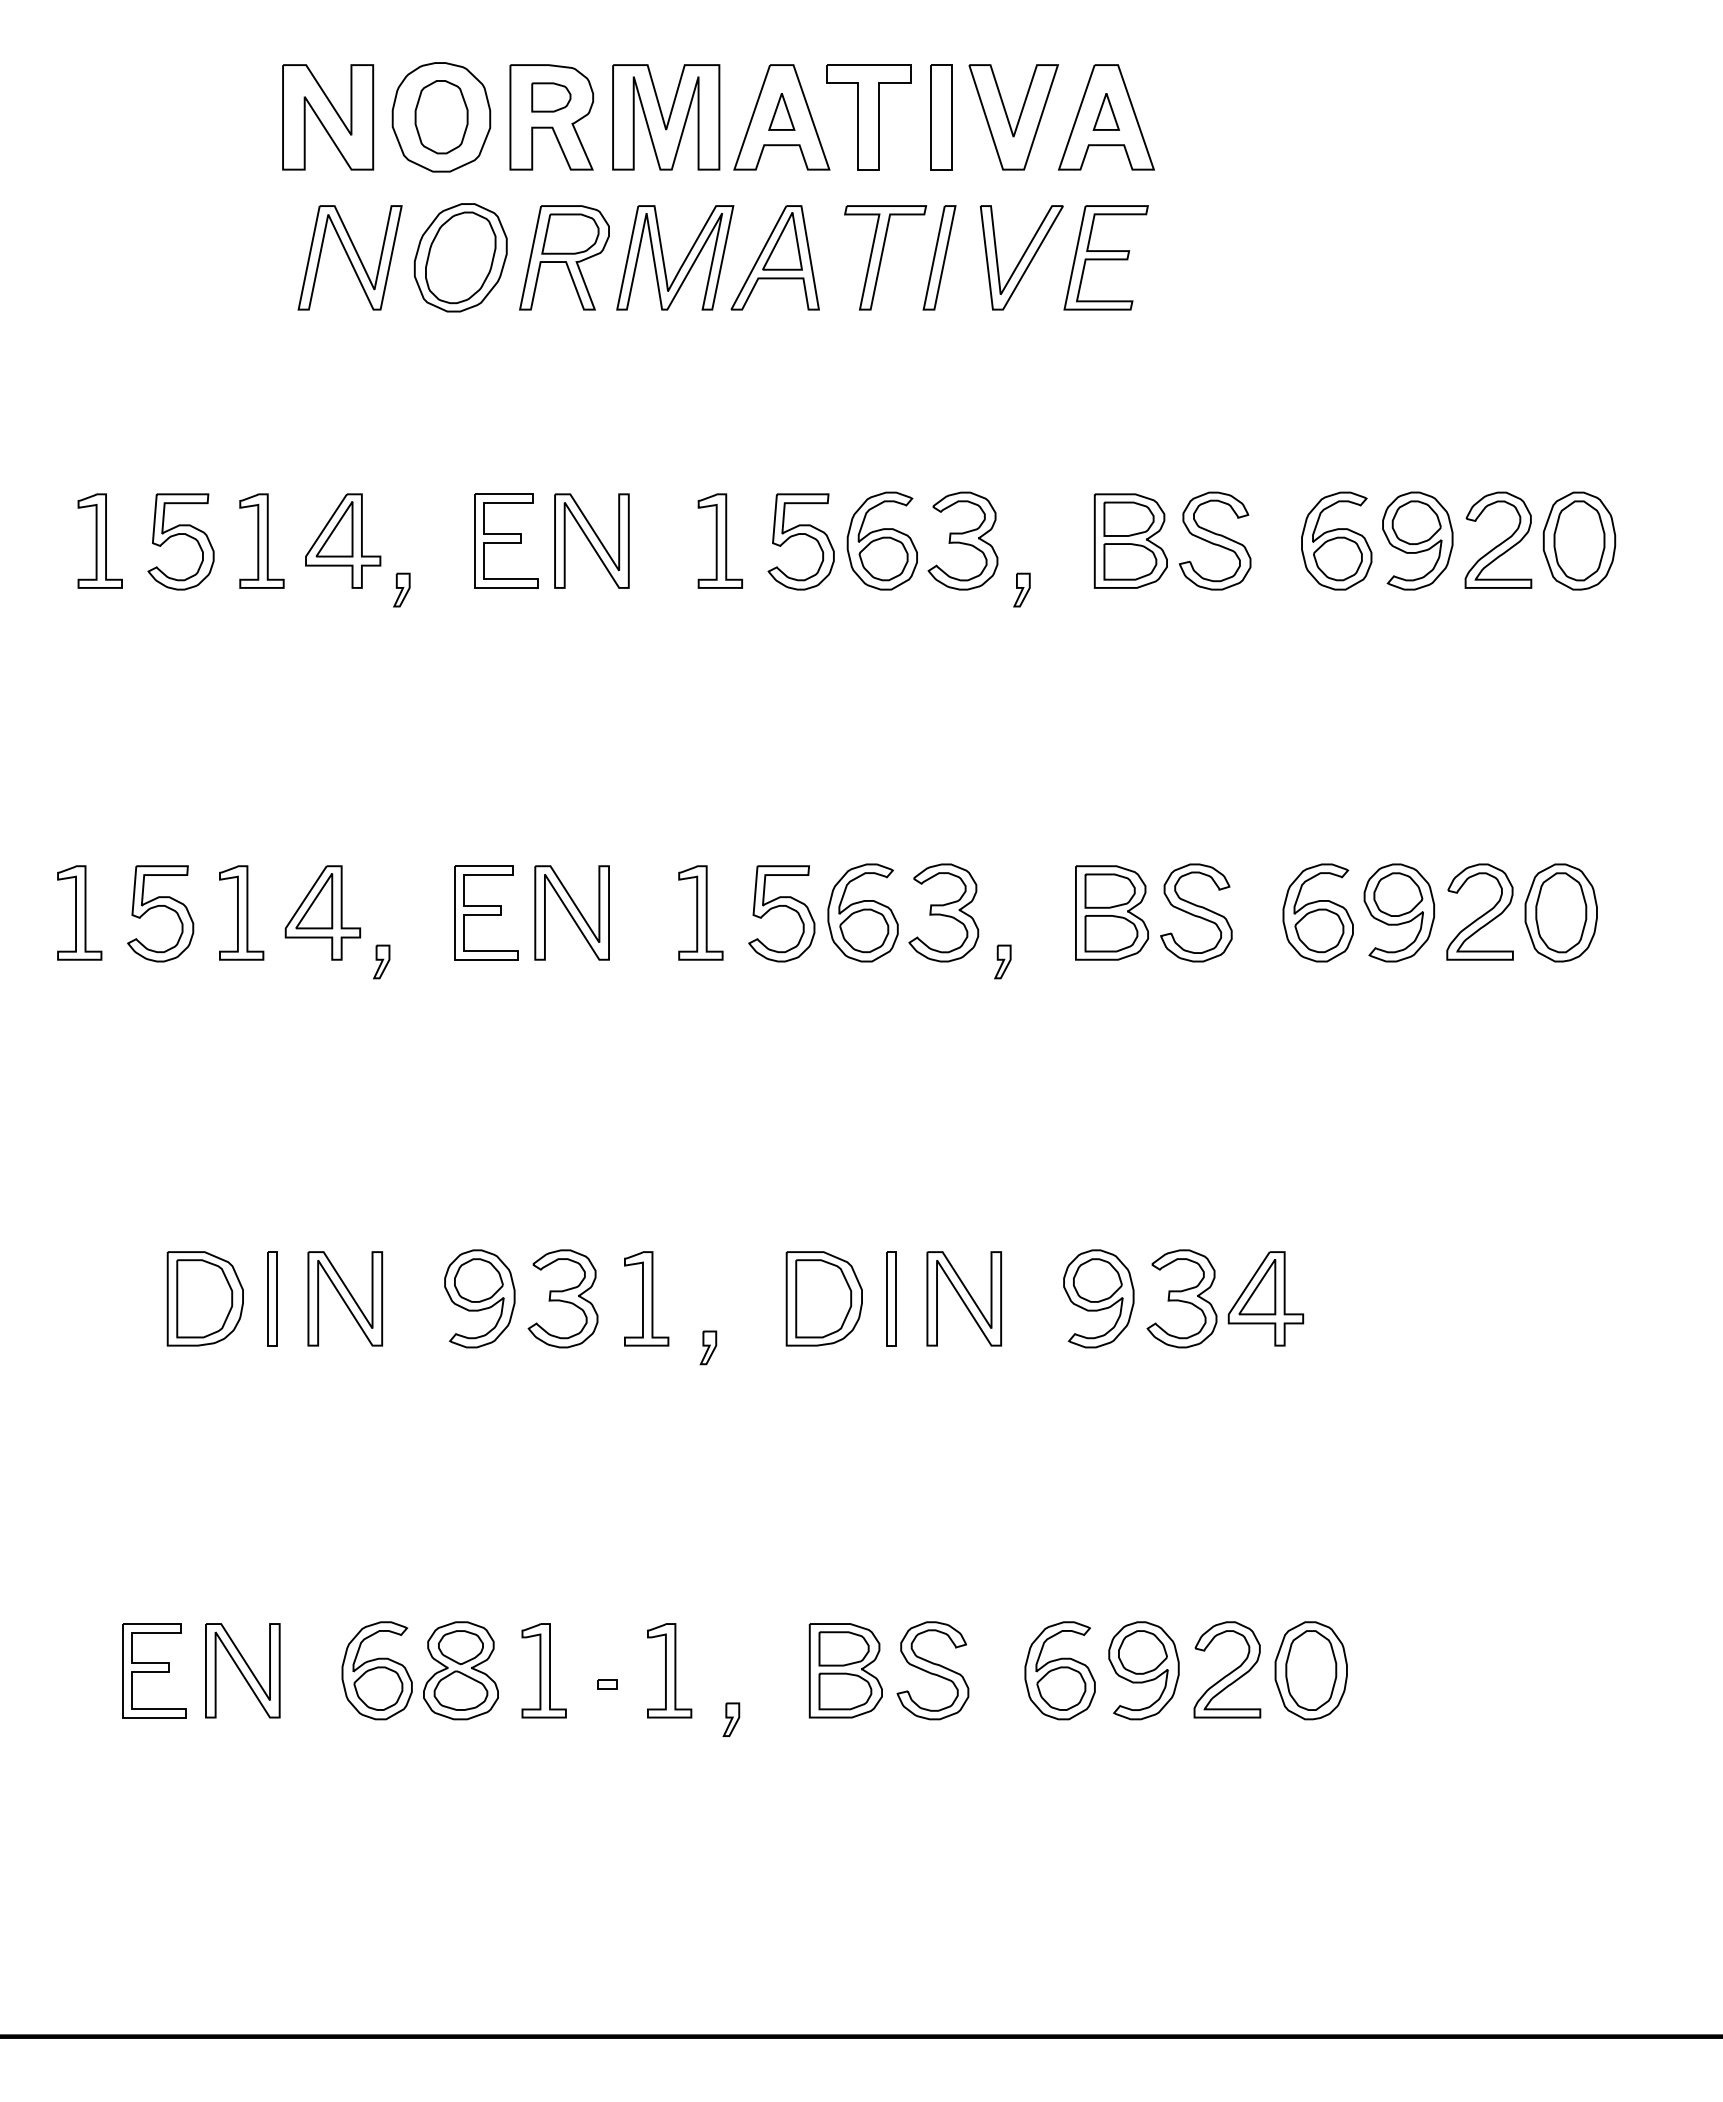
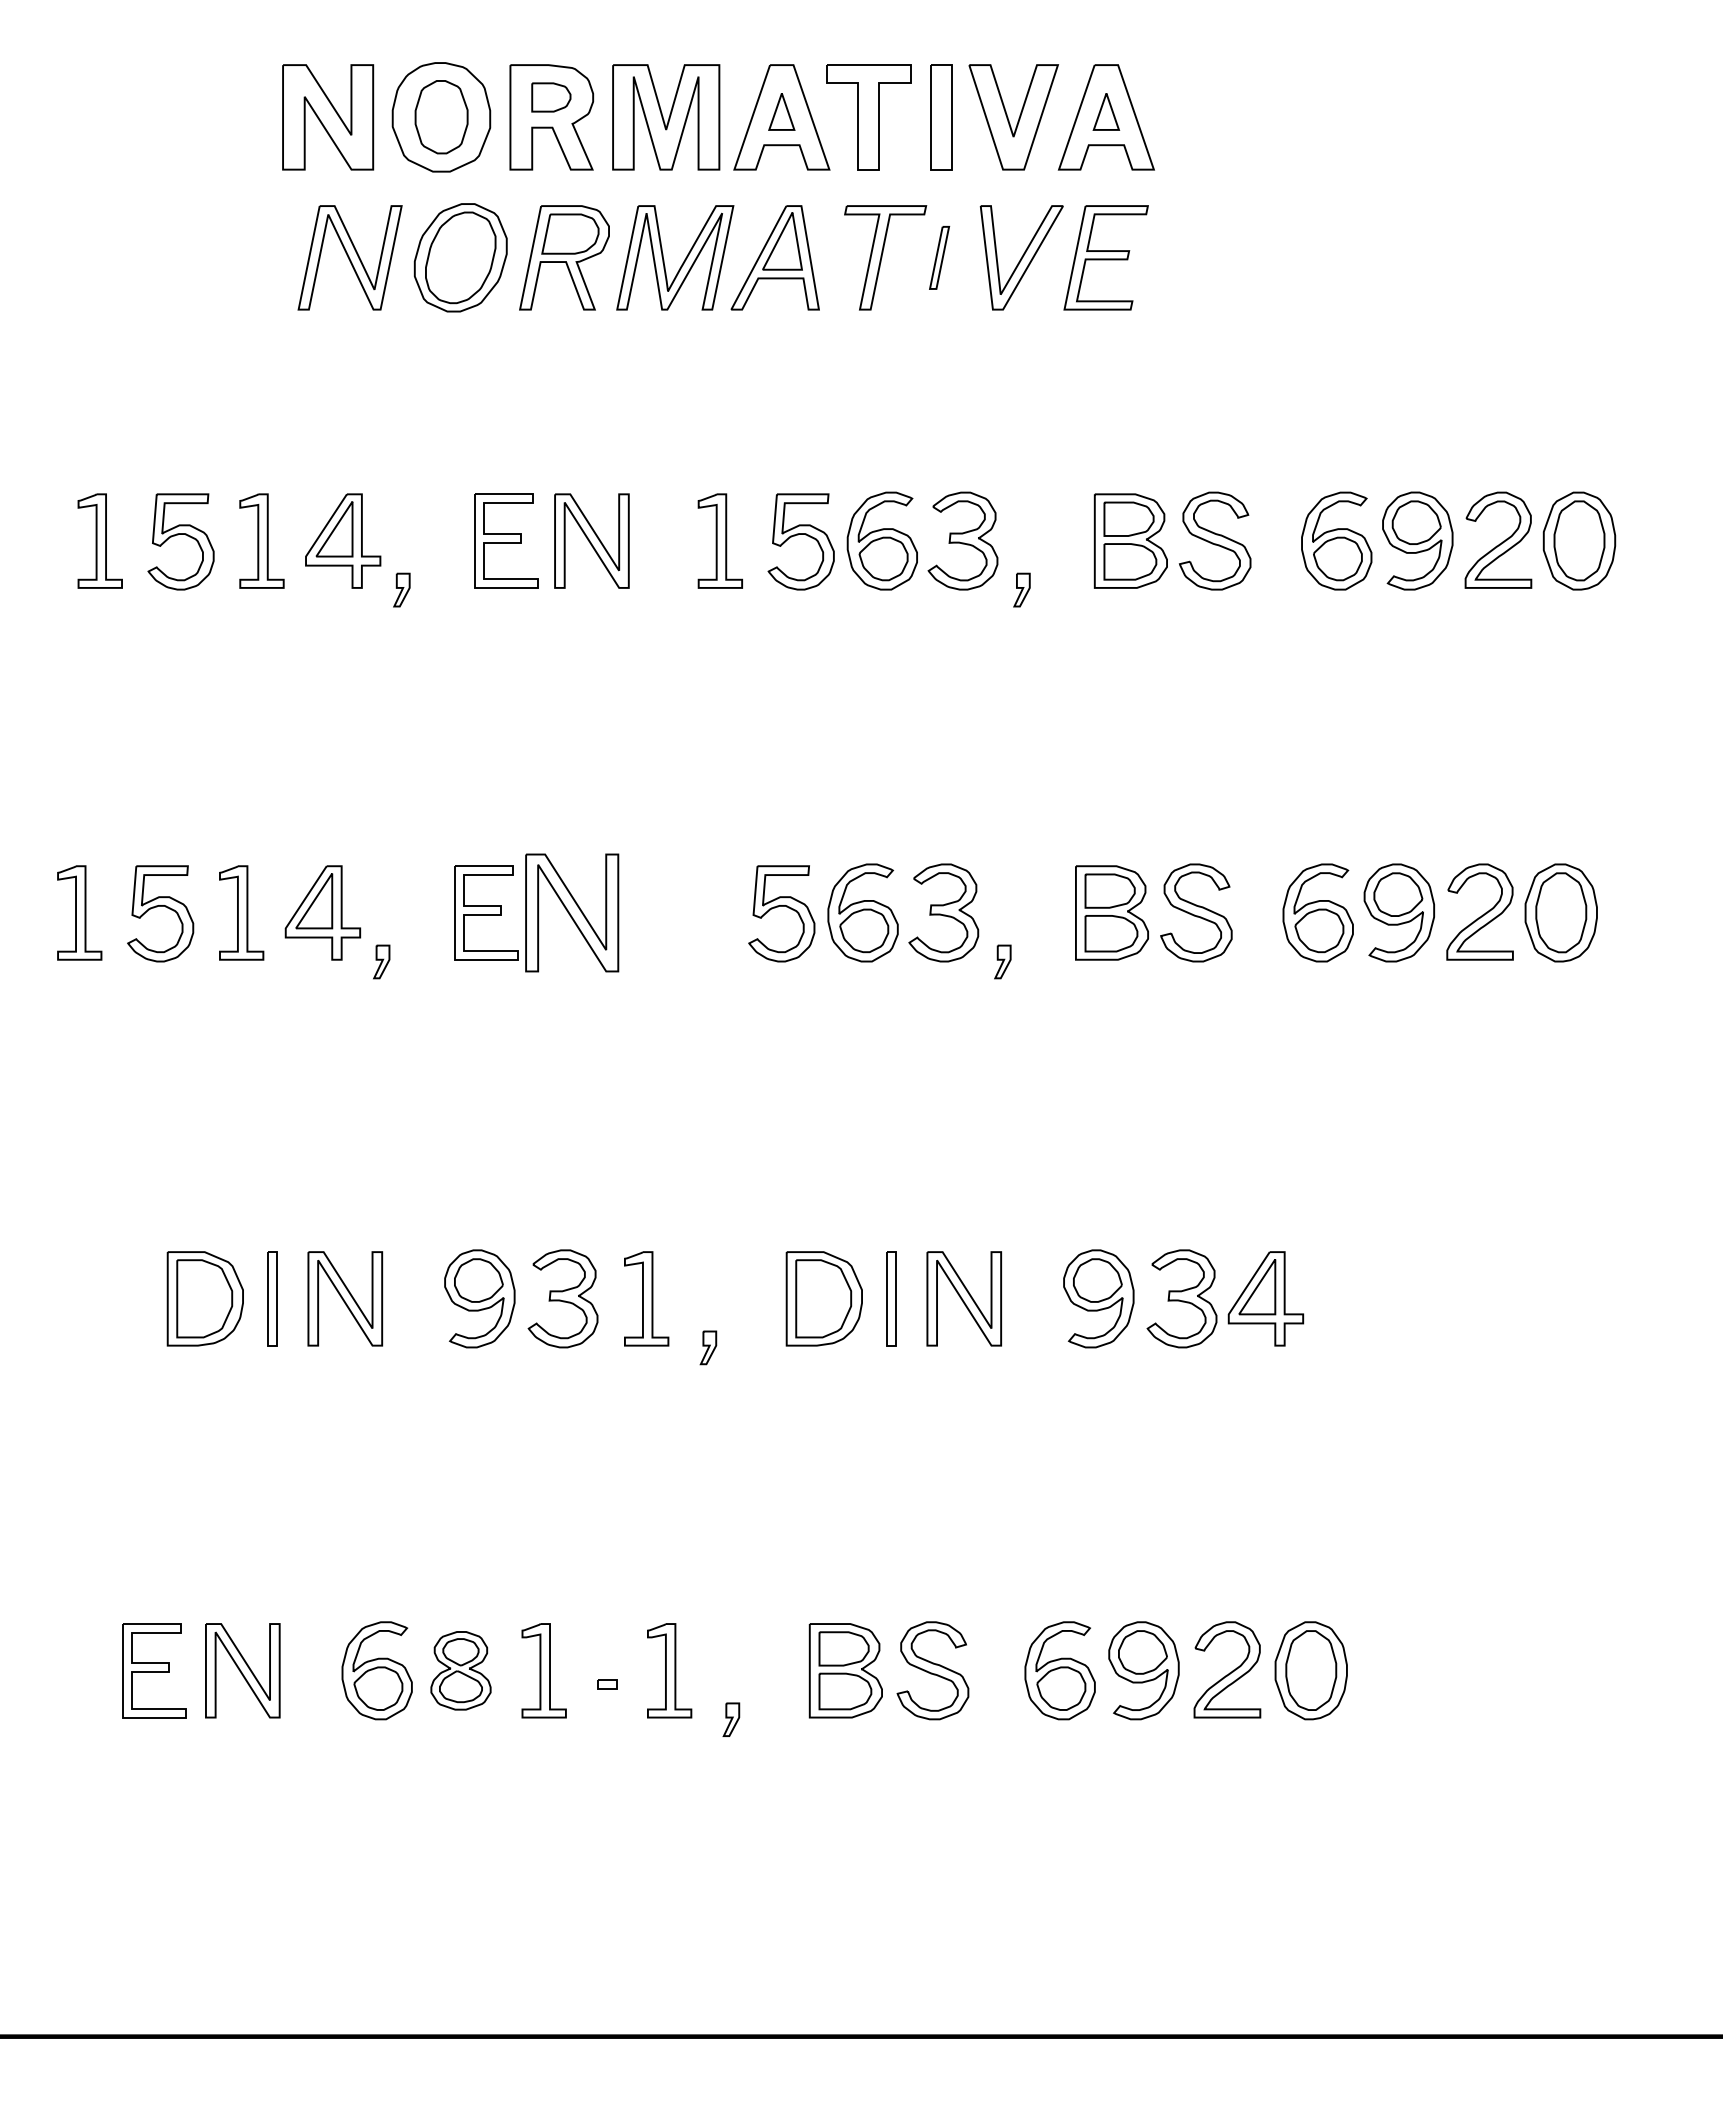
part at (939, 257) size: 35x106 px -> 22x64 px
part at (571, 912) size: 76x96 px -> 95x120 px
part at (700, 912): present -> none
part at (460, 1670) size: 76x100 px -> 62x80 px
